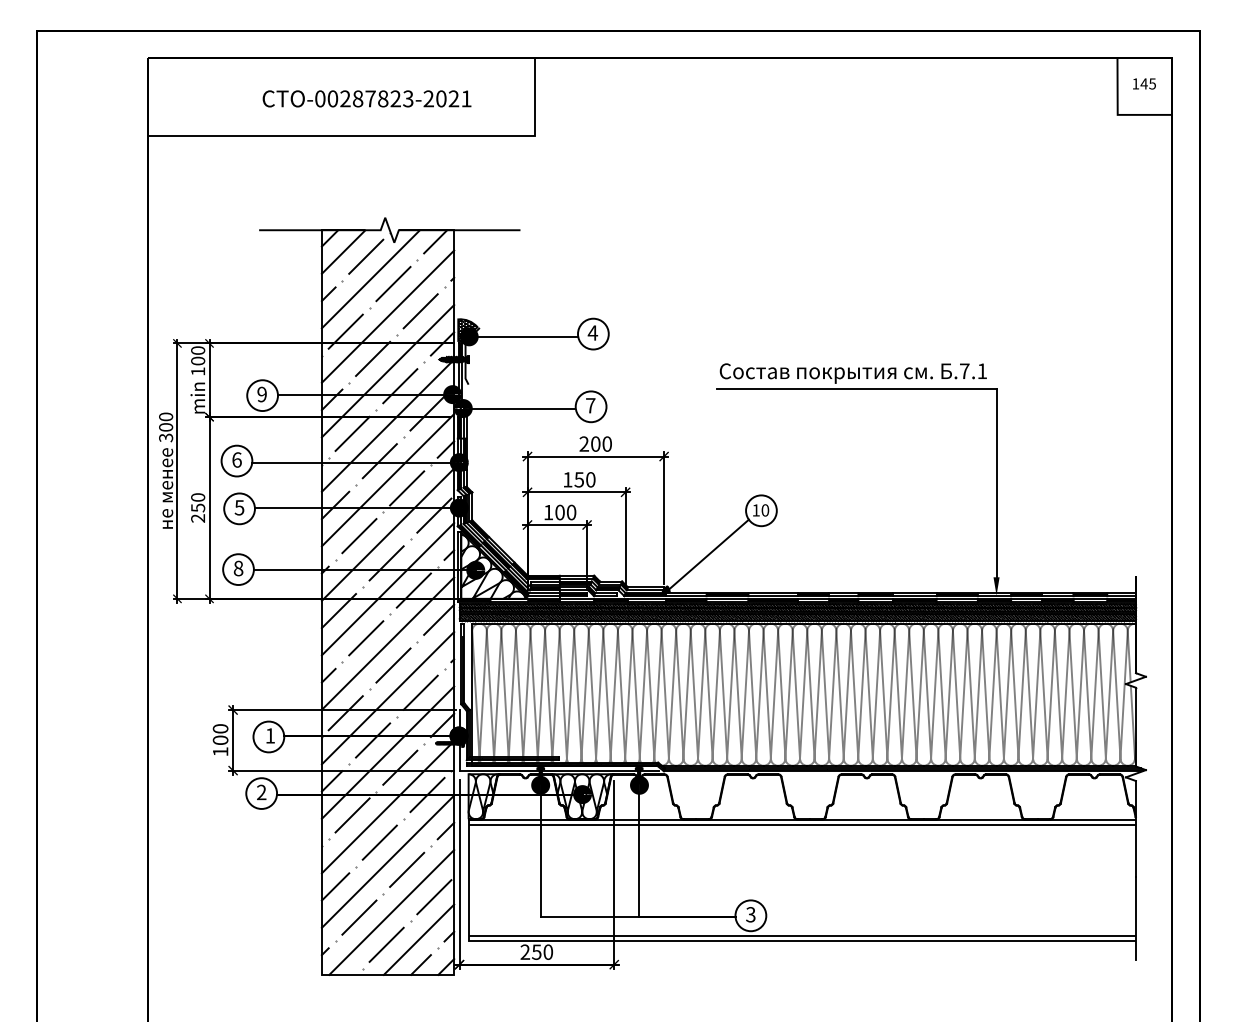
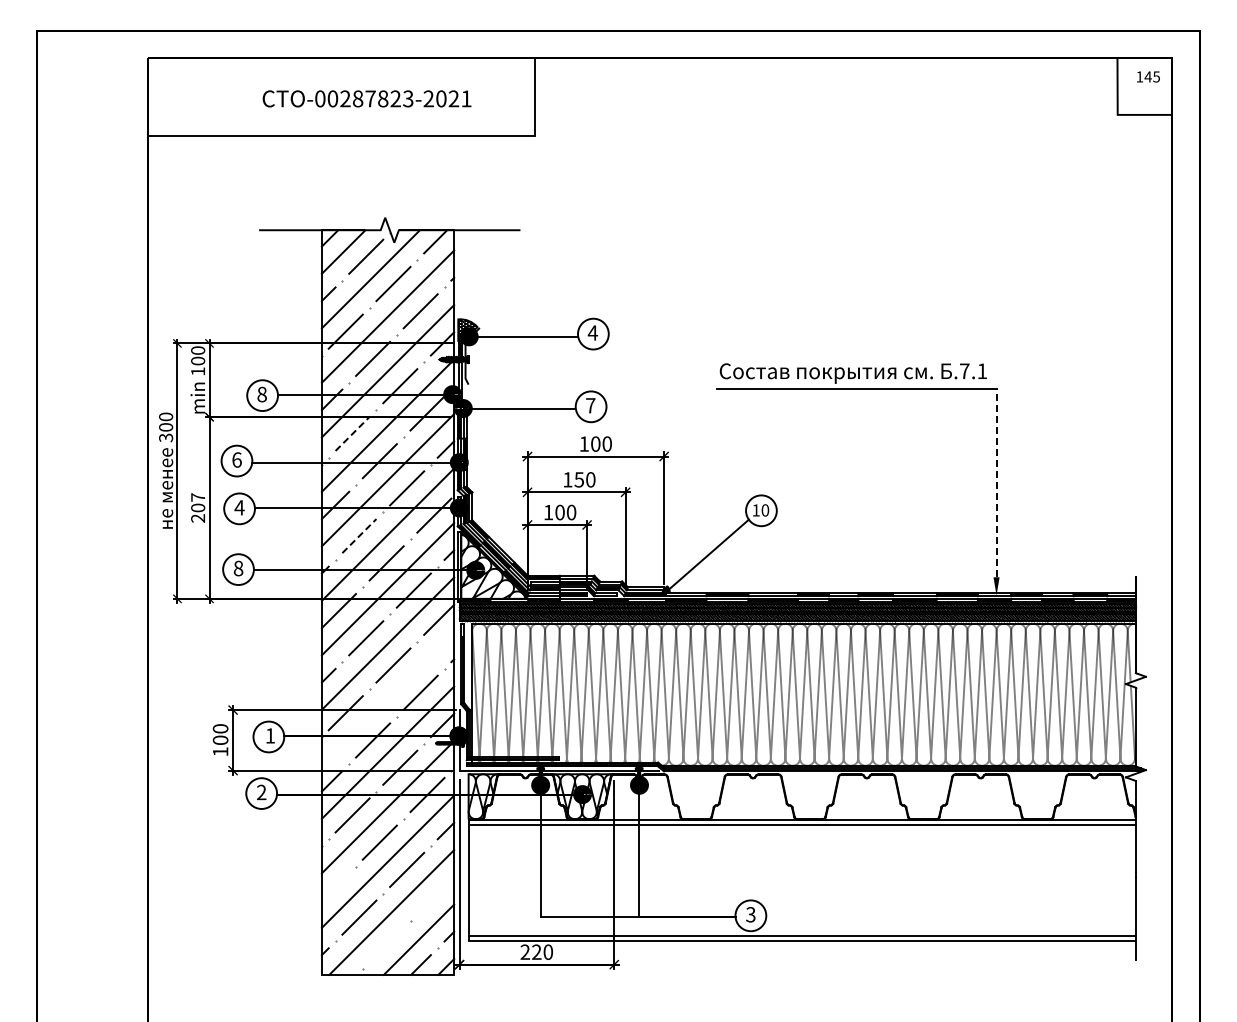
text at (1144, 83) position: (1144, 83) -> (1148, 76)
text at (261, 394): 9 -> 8
line at (352, 433): solid -> dashed
text at (583, 443): 200 -> 100
line at (996, 482): solid -> dashed
text at (198, 502): 250 -> 207
text at (239, 507): 5 -> 4
line at (359, 535): solid -> dashed
line at (387, 698): present -> none
line at (335, 886): present -> none
line at (434, 897): present -> none
line at (386, 944): present -> none
text at (536, 951): 250 -> 220
